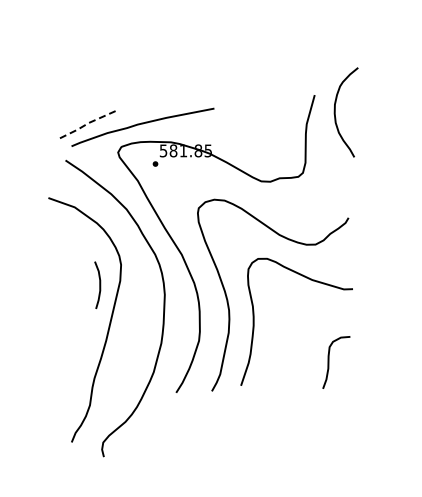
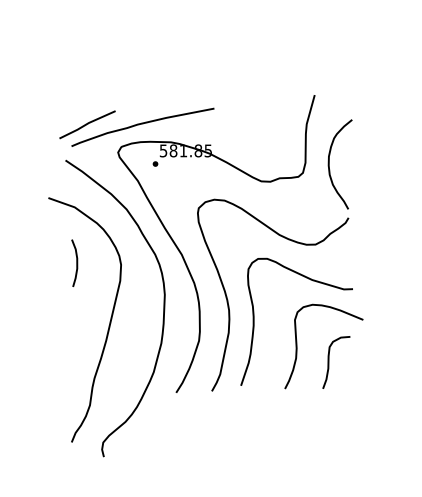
curve at (335, 112) position: (335, 112) -> (329, 164)
line at (86, 124): dashed -> solid
curve at (99, 284) position: (99, 284) -> (76, 262)
curve at (297, 346): none -> present
